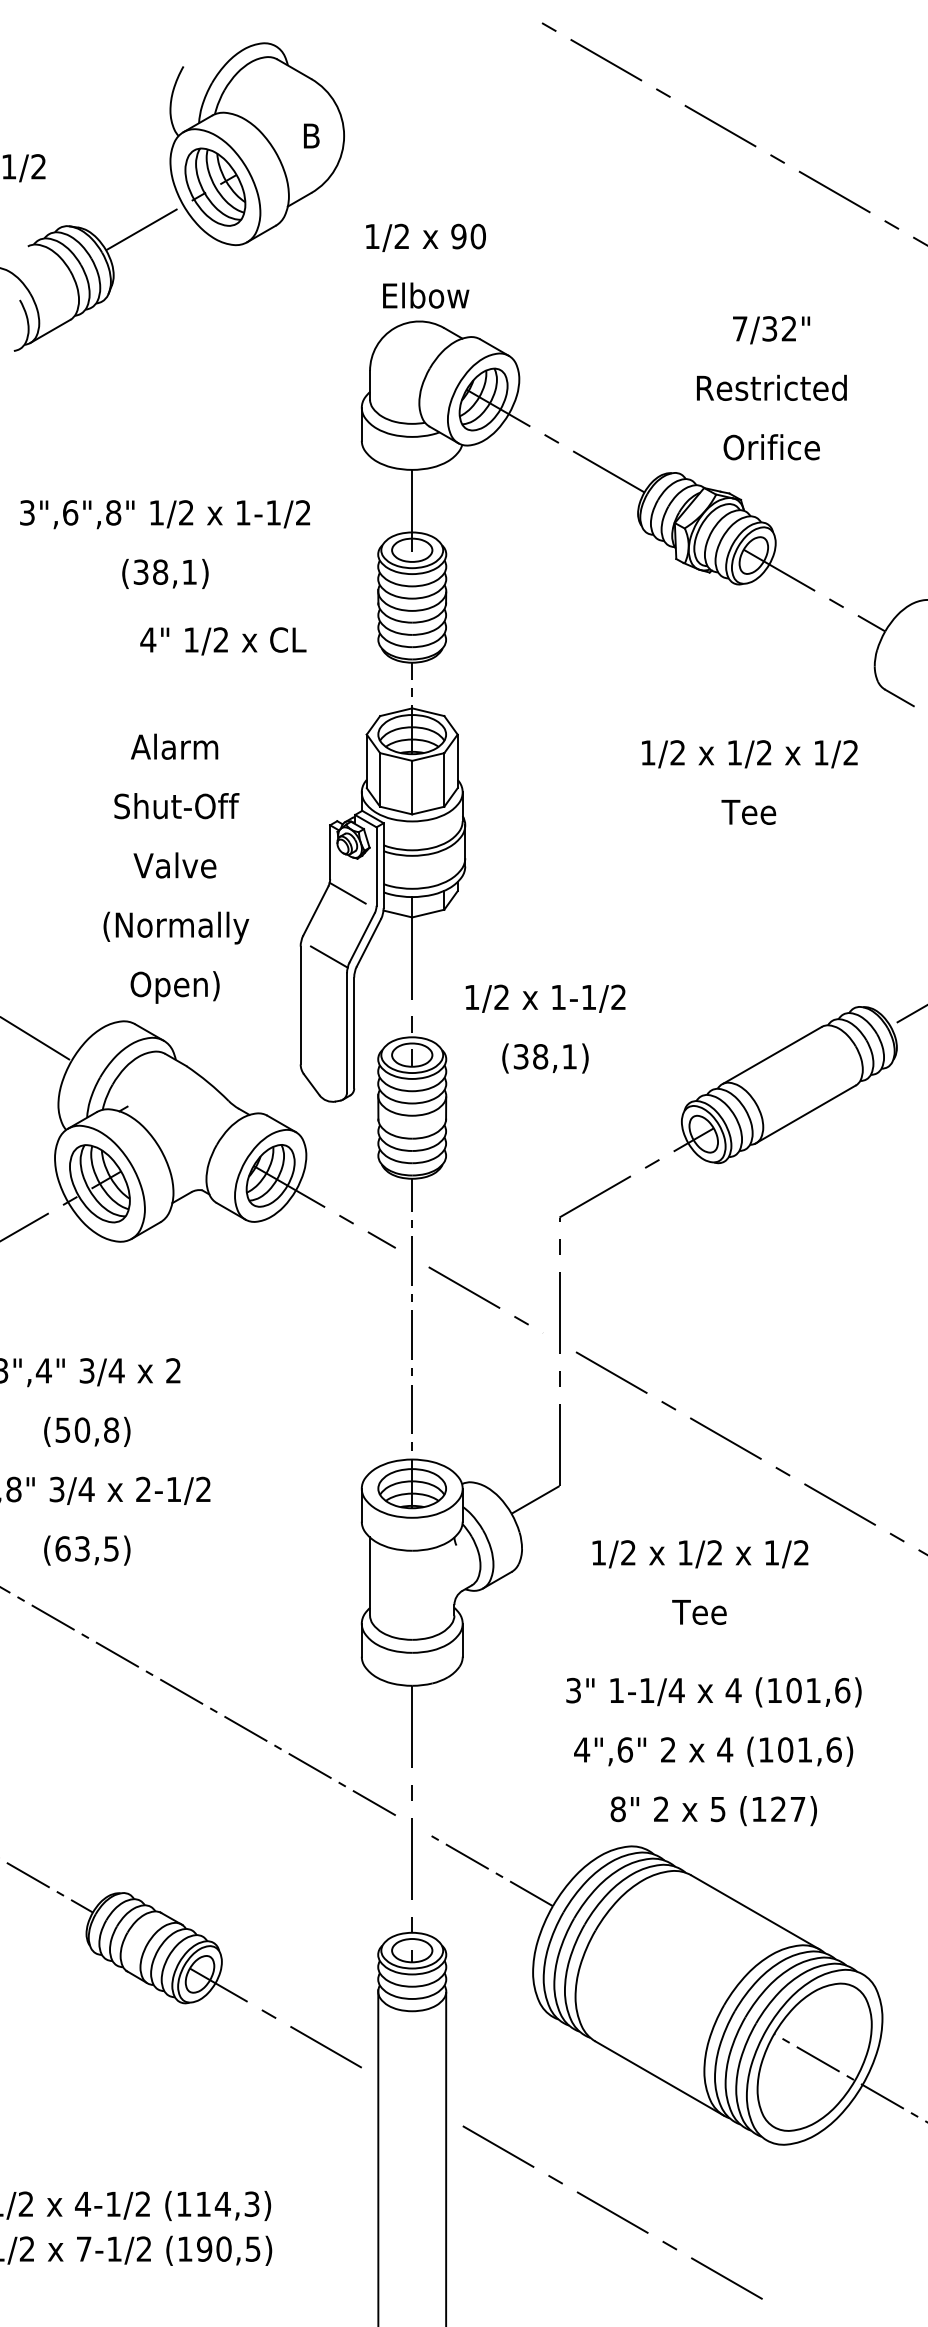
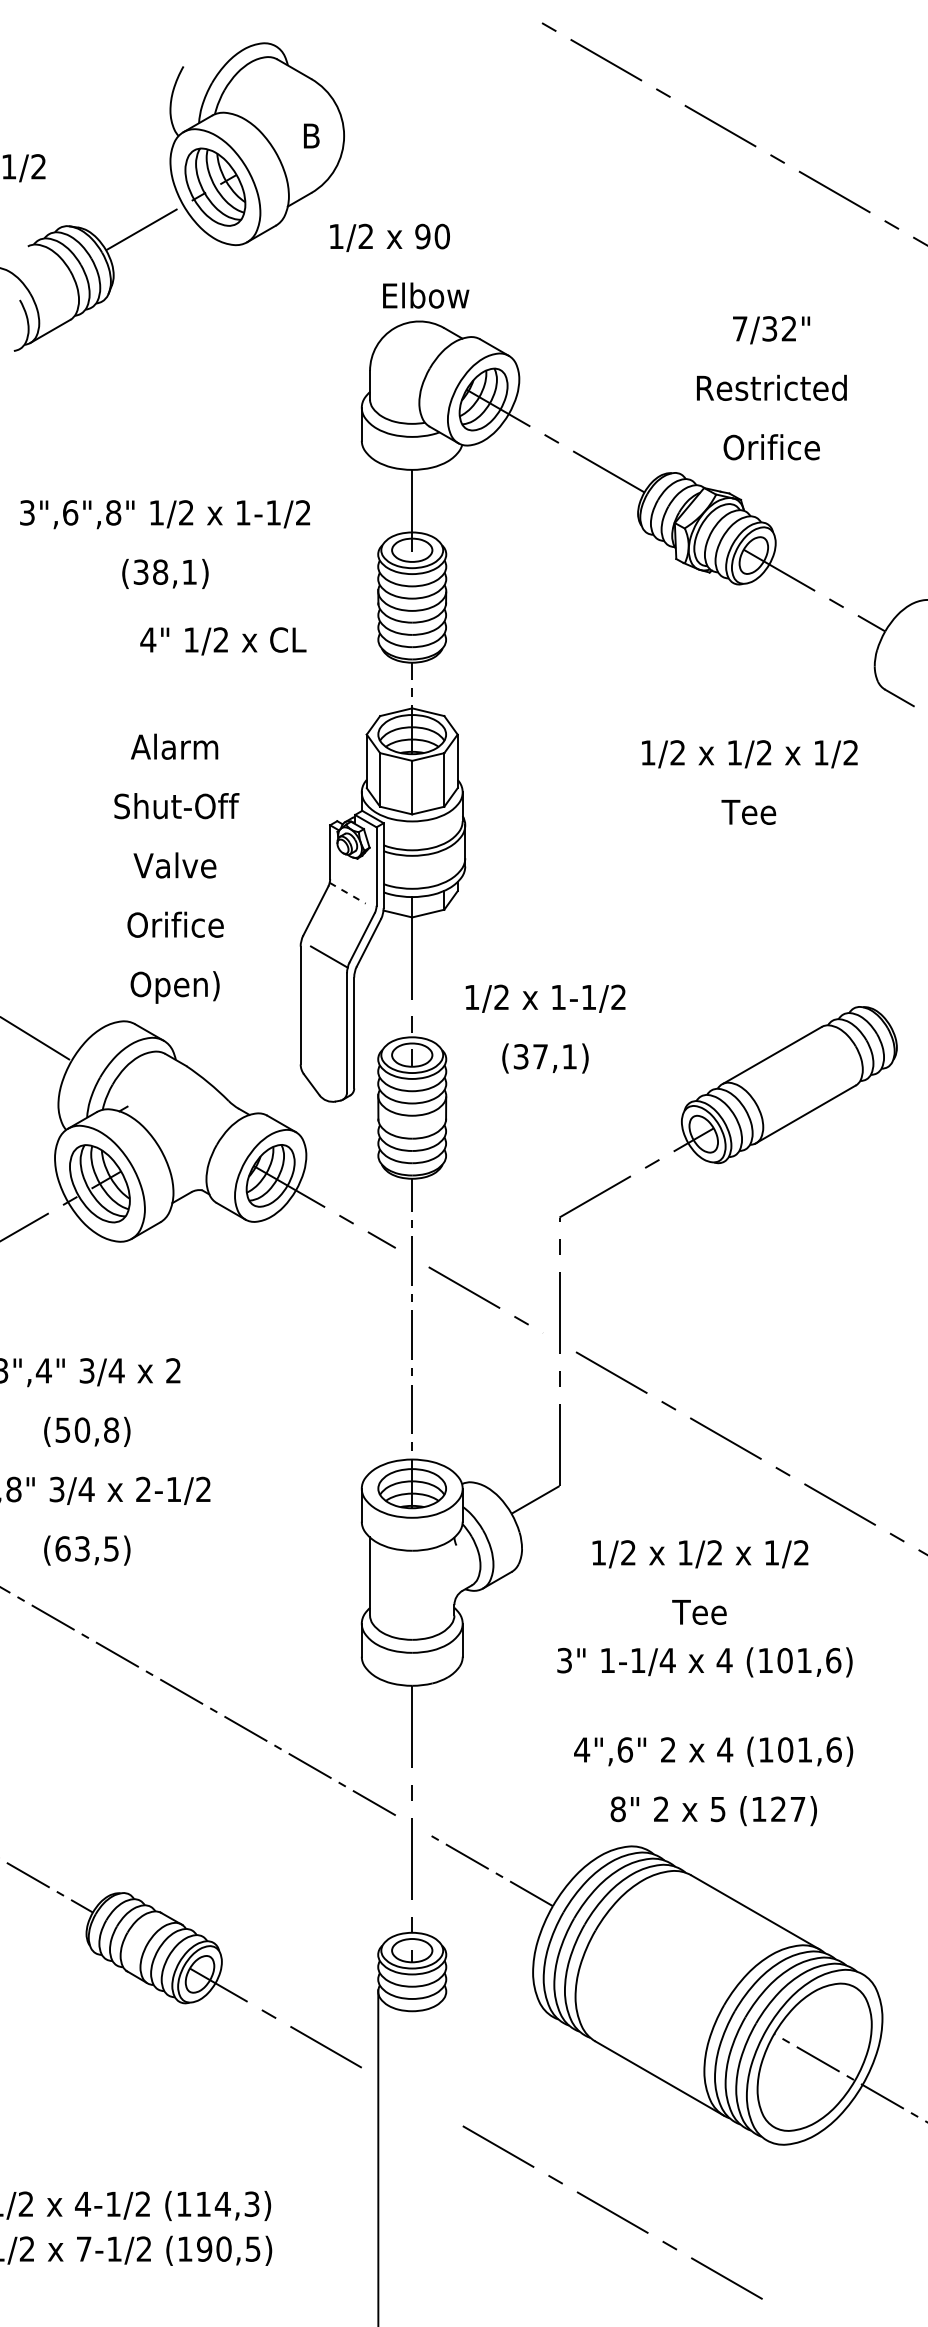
text at (425, 237) position: (425, 237) -> (389, 237)
line at (347, 893): solid -> dashed
text at (176, 927): (Normally -> Orifice
line at (907, 1016): present -> none
text at (540, 1056): (38,1) -> (37,1)
text at (713, 1692) position: (713, 1692) -> (704, 1662)
line at (446, 2157): present -> none
